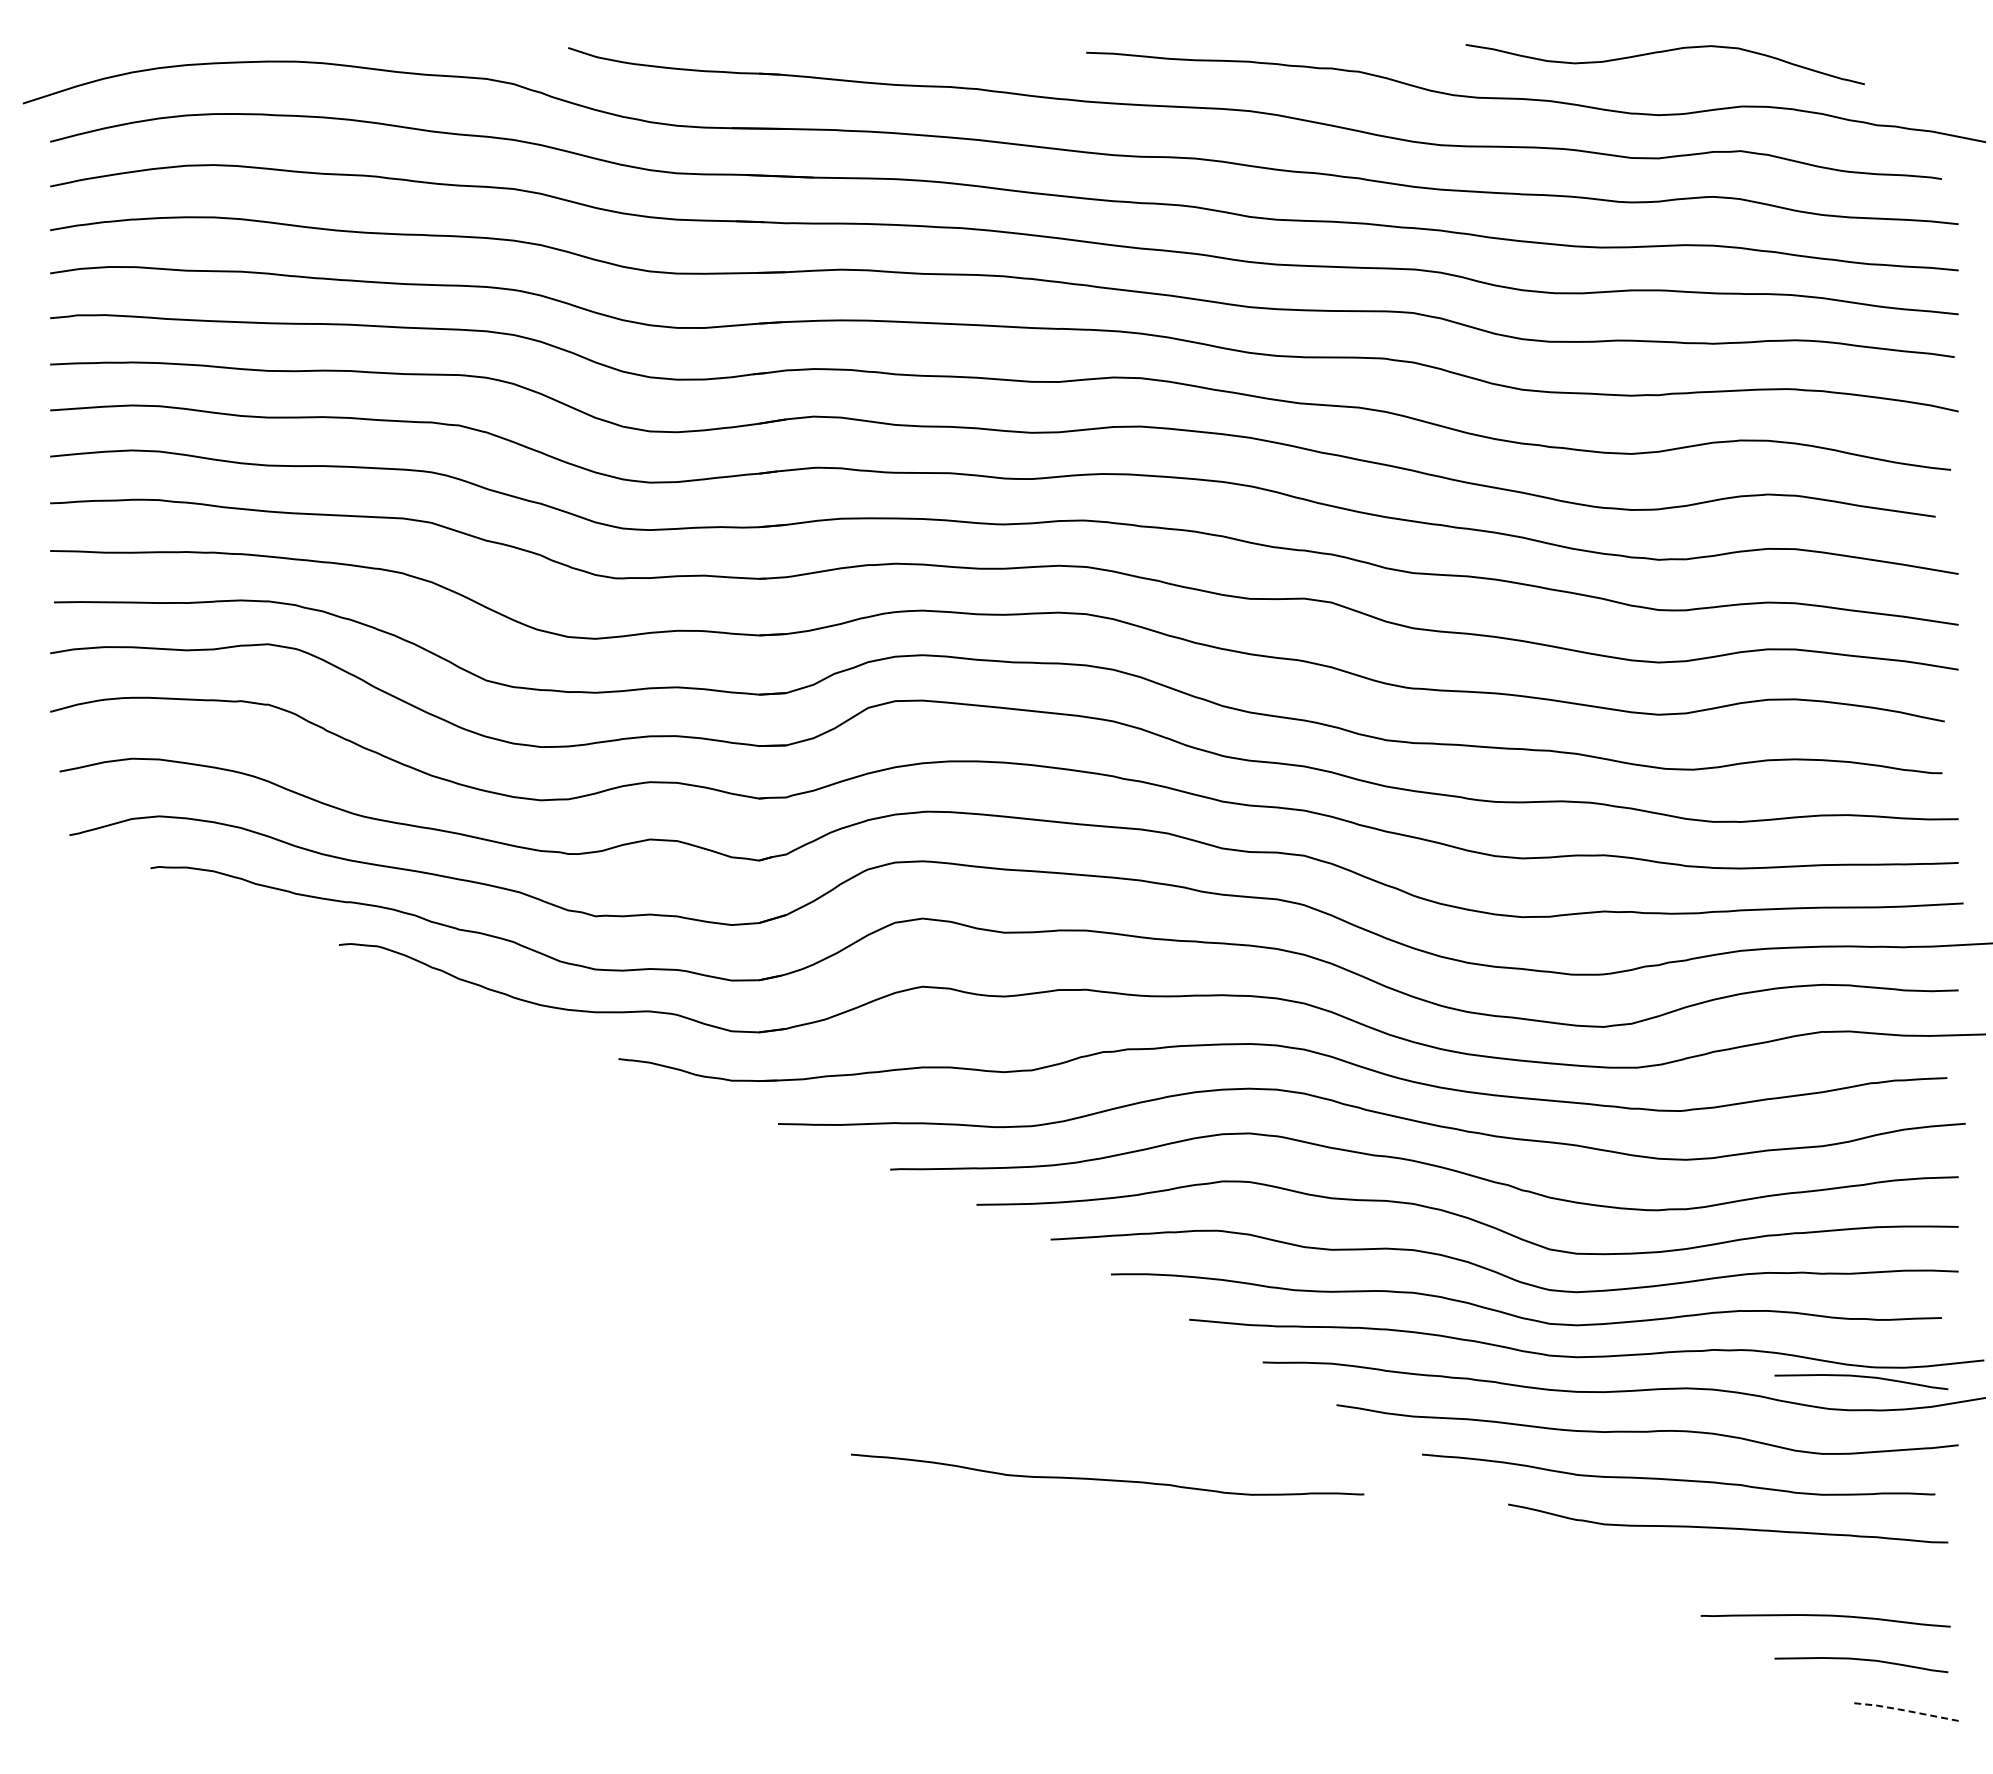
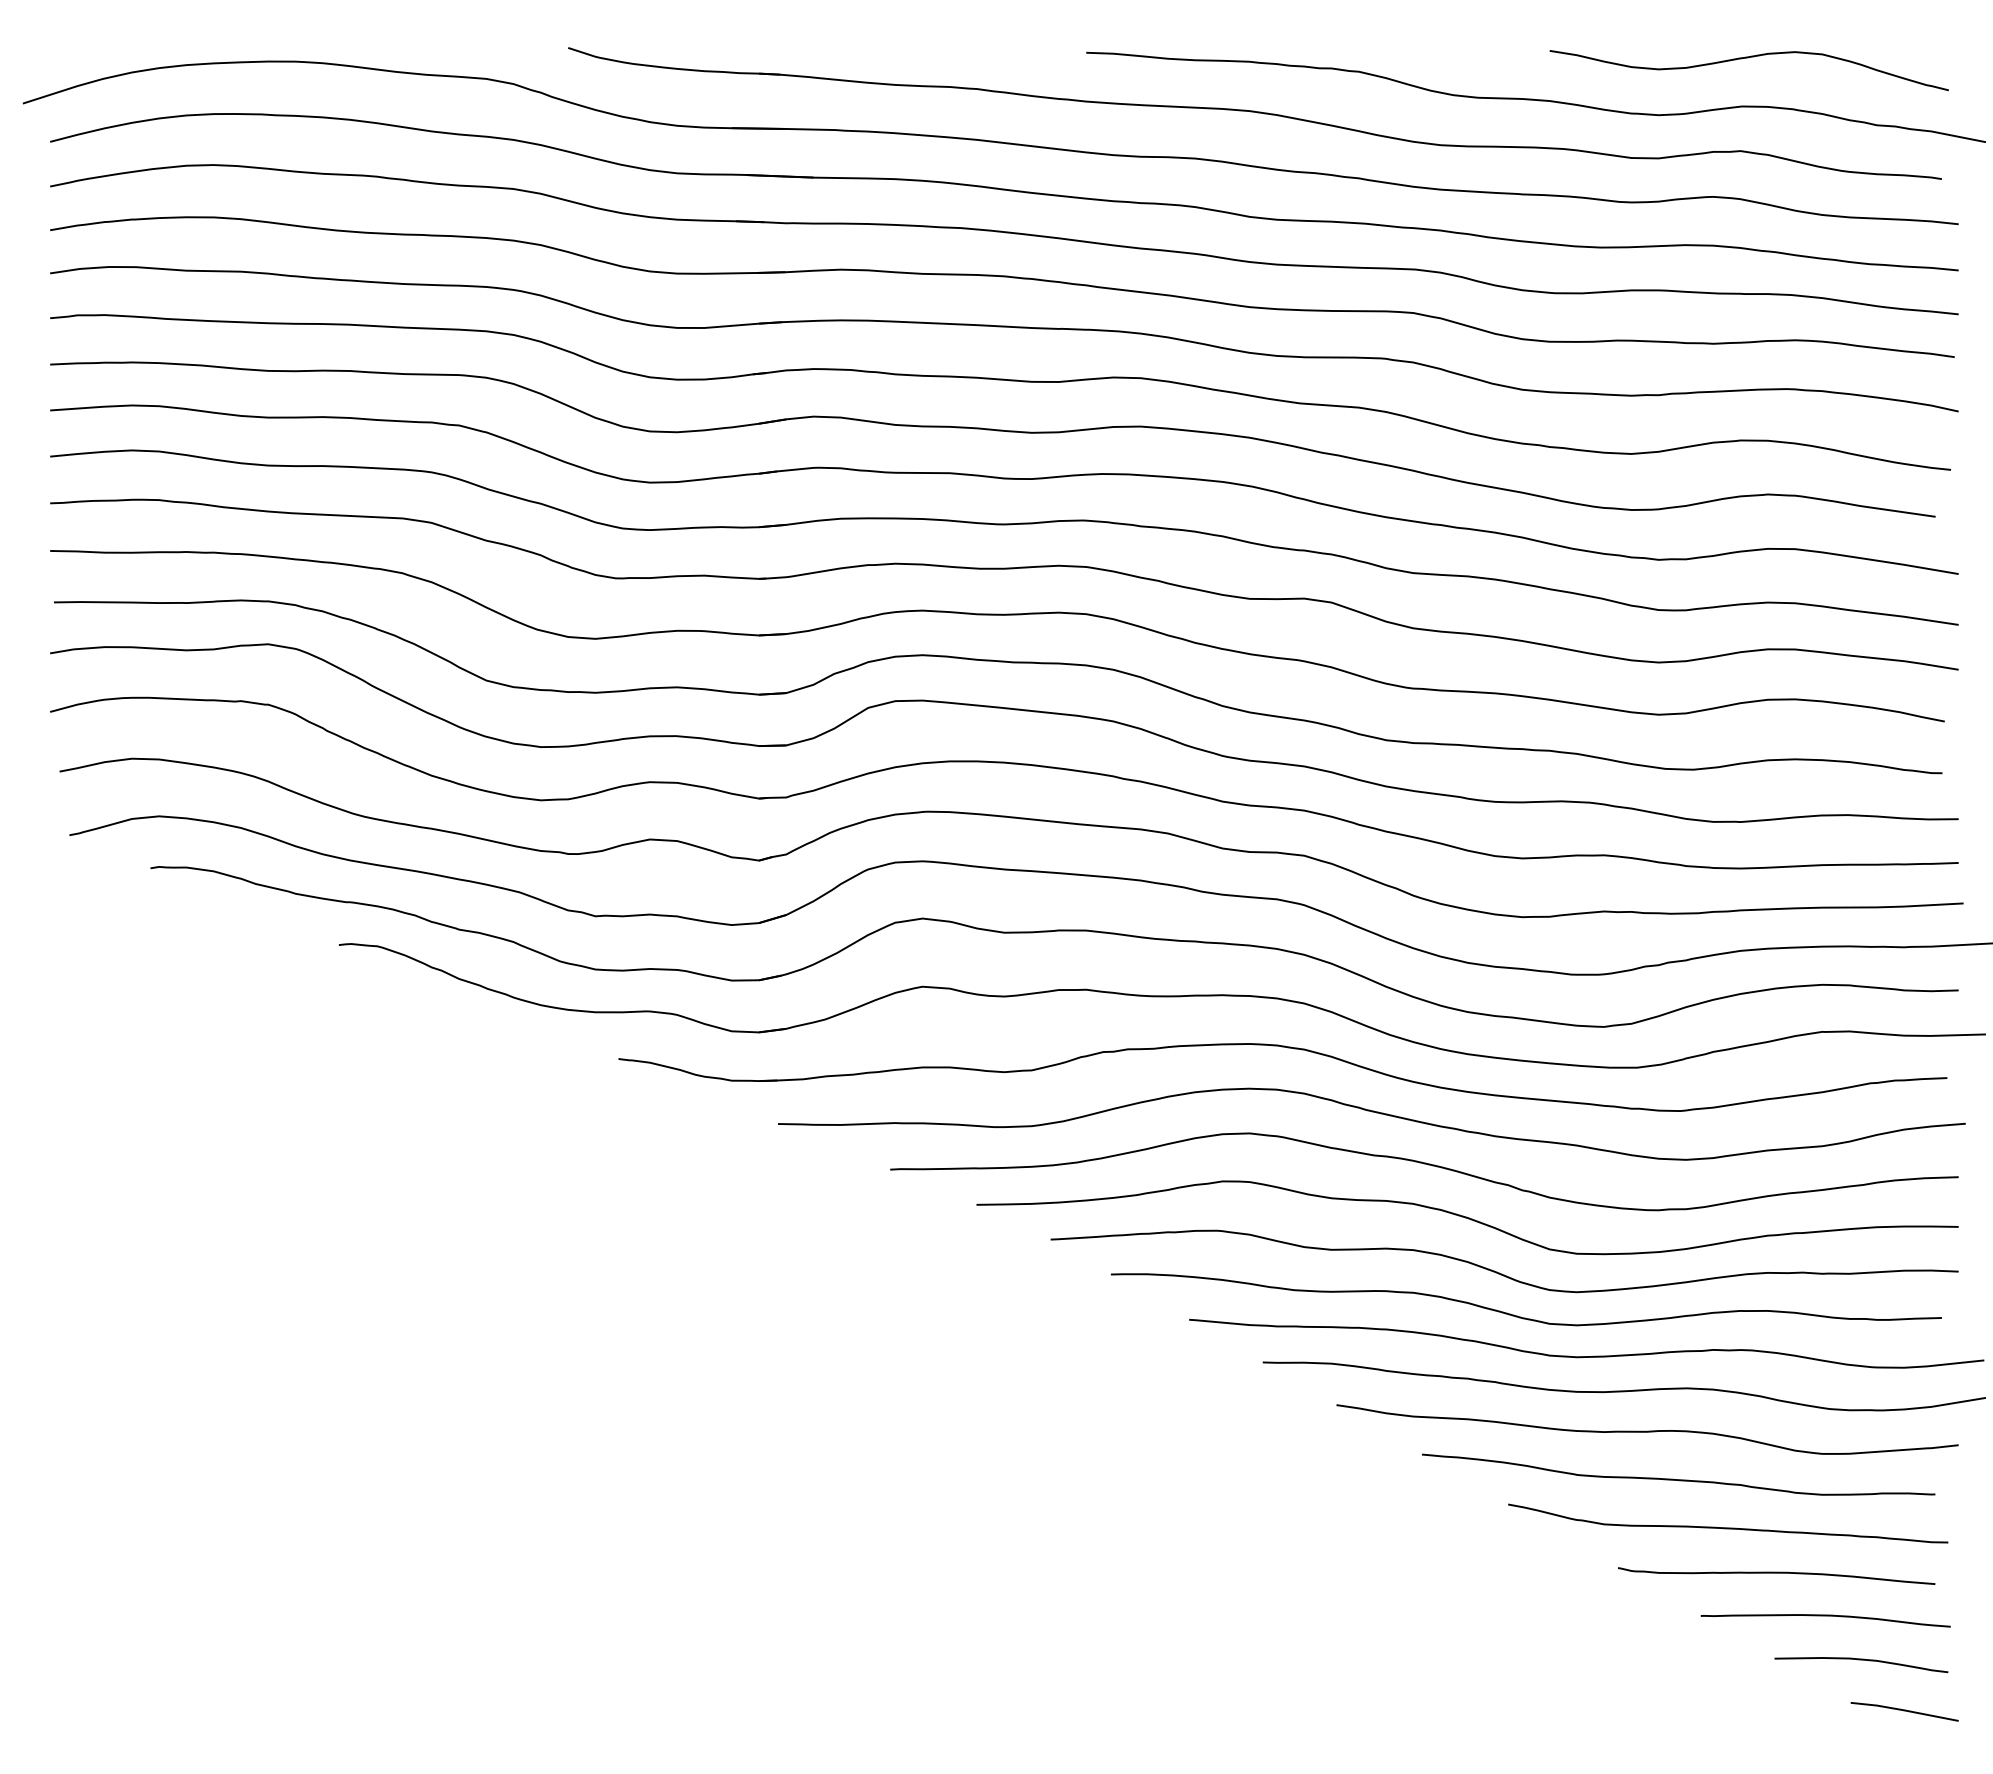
curve at (1664, 52) position: (1664, 52) -> (1748, 58)
curve at (1861, 1377): present -> none
curve at (1107, 1479): present -> none
curve at (1776, 1573): none -> present
line at (1904, 1710): dashed -> solid
